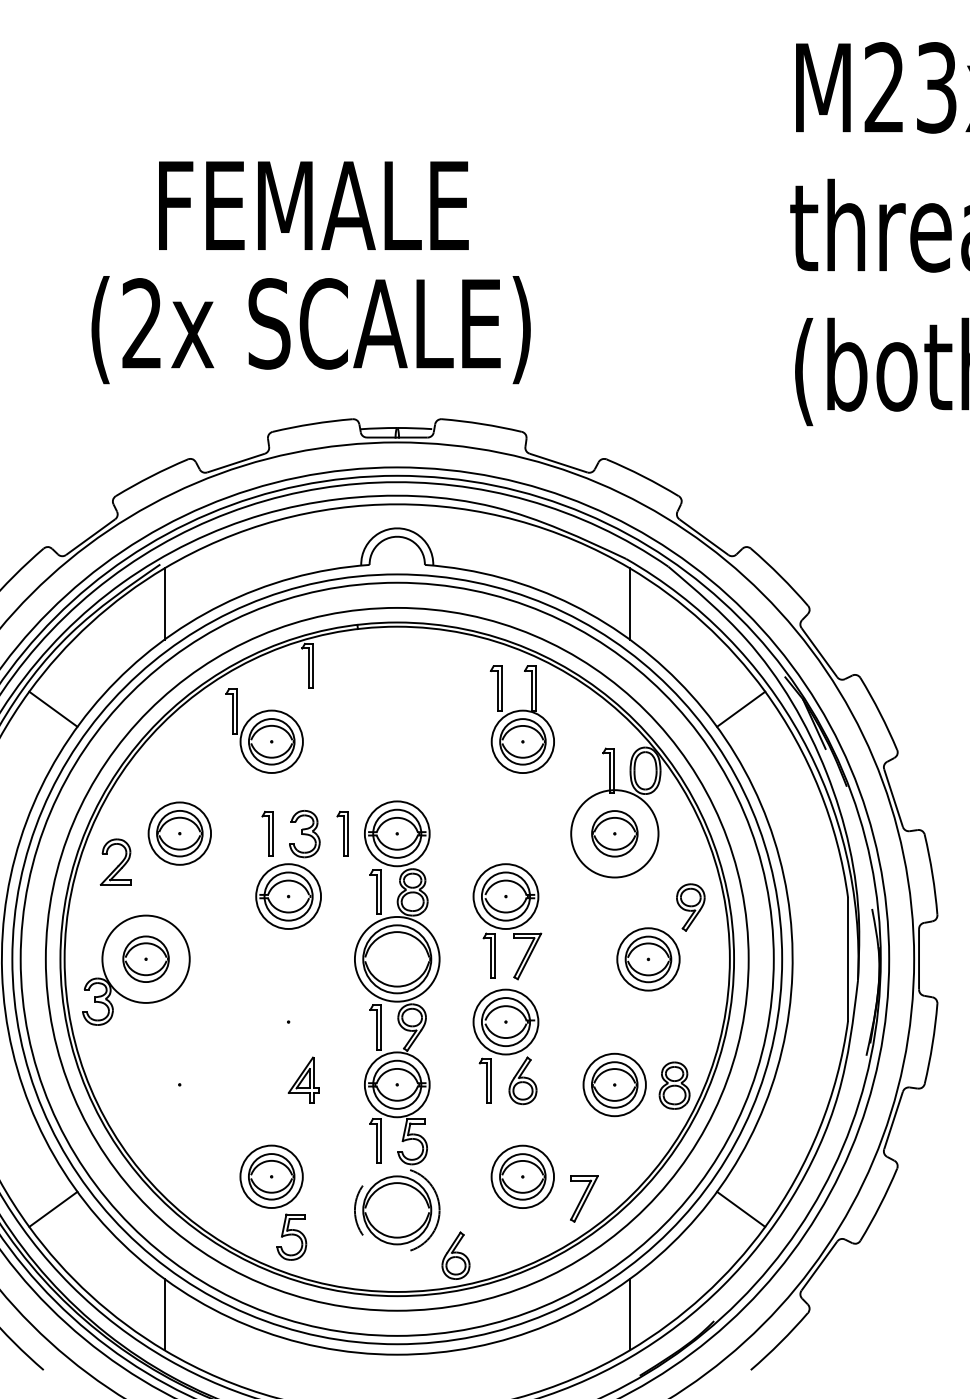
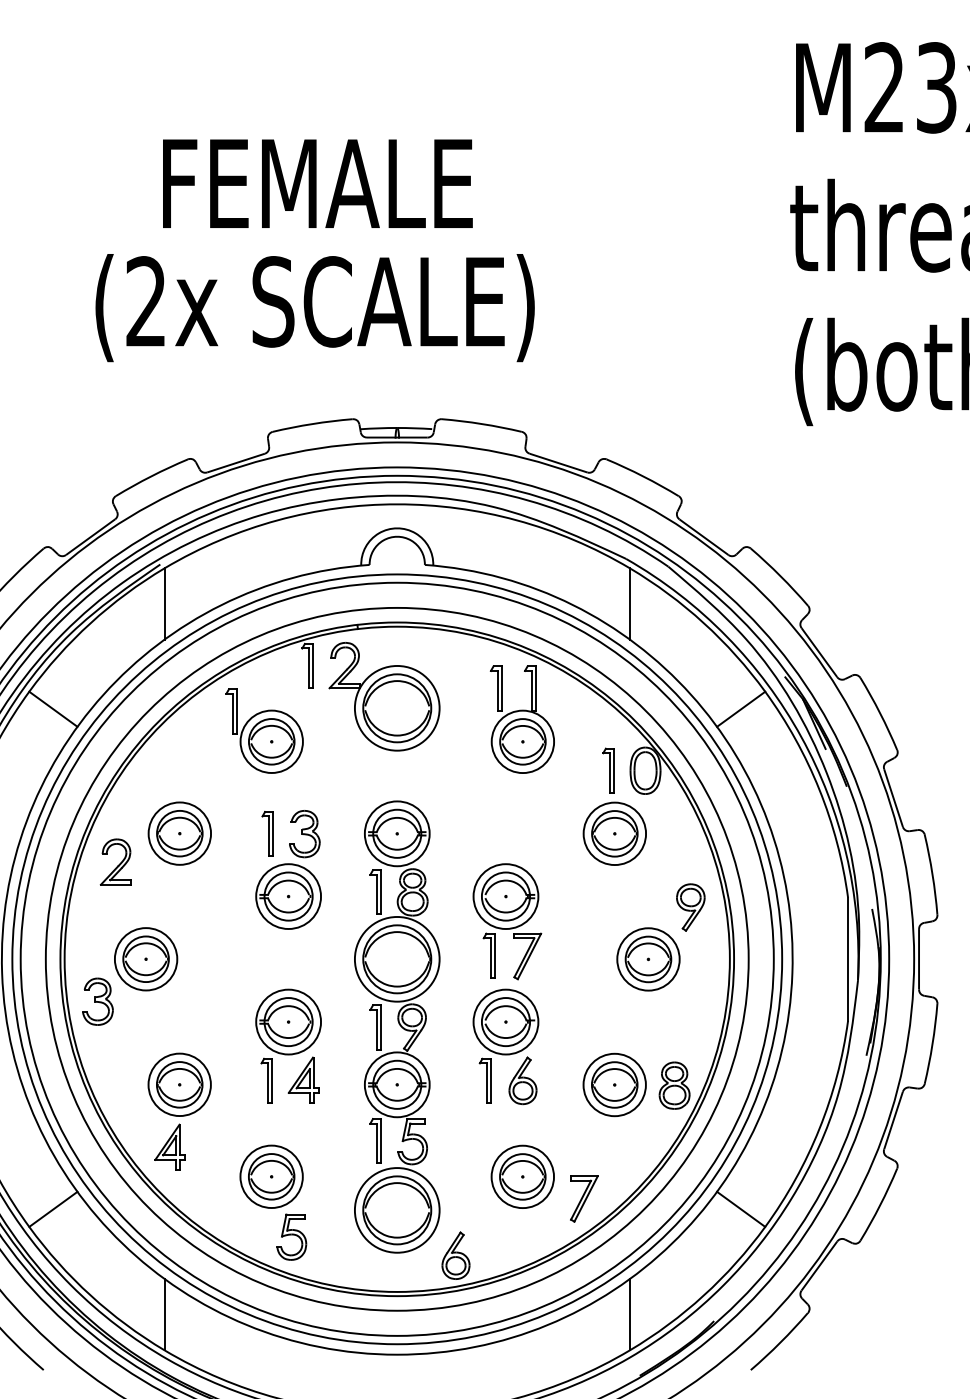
text at (310, 272) position: (310, 272) -> (314, 250)
part at (384, 696): none -> present
part at (342, 833): present -> none
circle at (614, 833) diameter: 87 px -> 62 px
circle at (145, 958) diameter: 87 px -> 62 px
part at (288, 1045): none -> present
part at (179, 1111): none -> present
circle at (396, 1210): dashed -> solid
